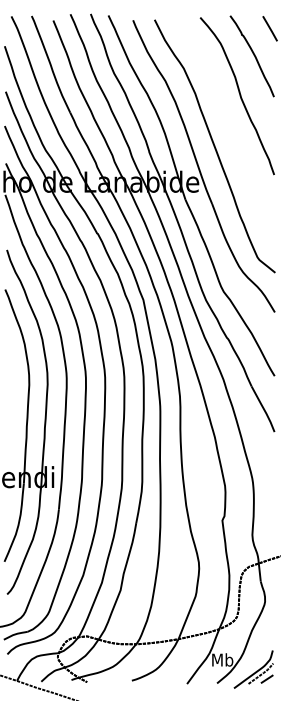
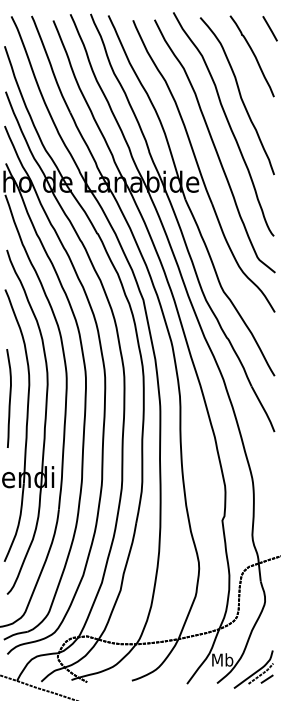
curve at (227, 123): none -> present
curve at (9, 398): none -> present
